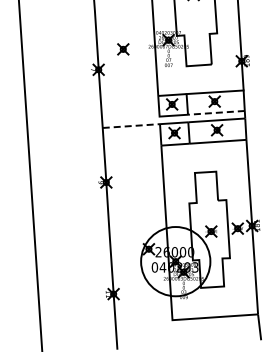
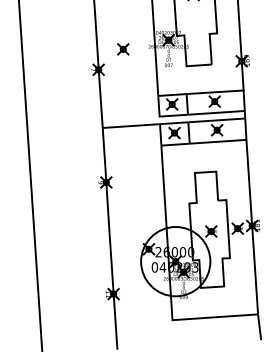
line at (215, 112): dashed -> solid
line at (131, 126): dashed -> solid
